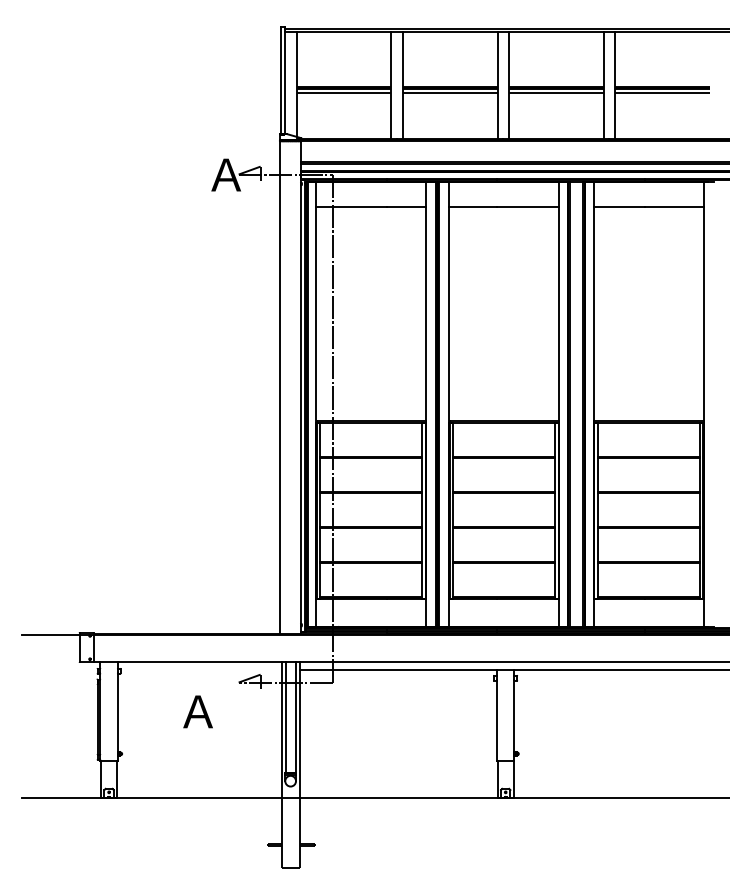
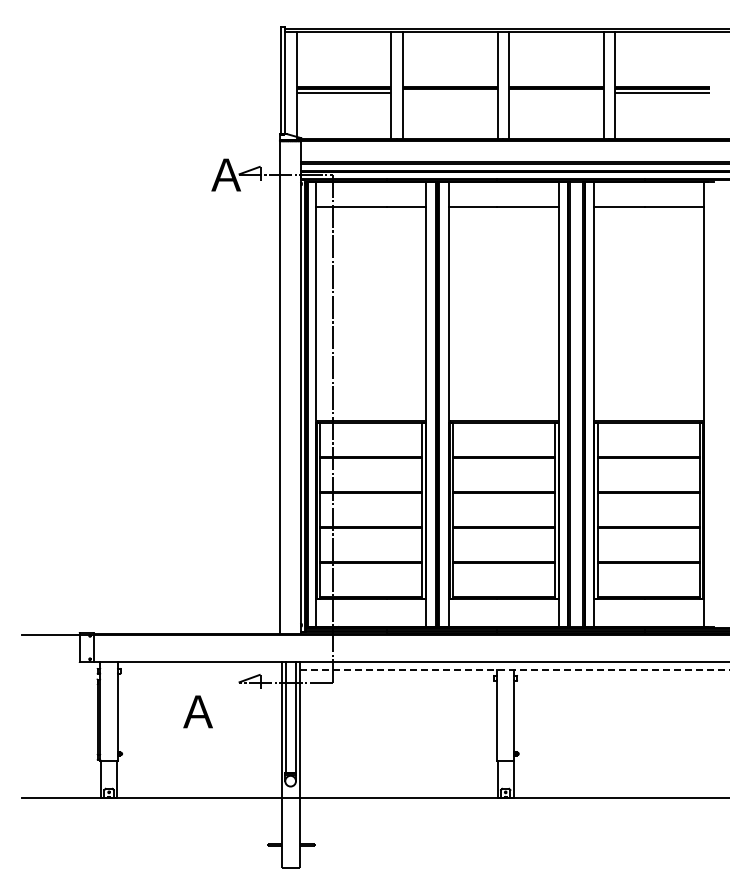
line at (450, 93): present -> none
line at (556, 93): present -> none
line at (514, 669): solid -> dashed
